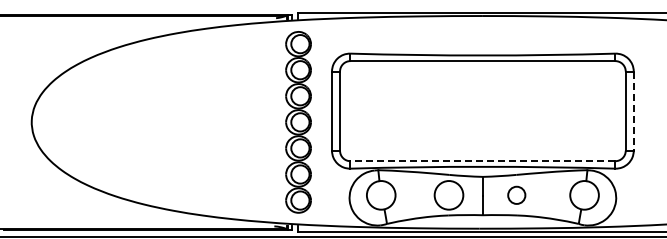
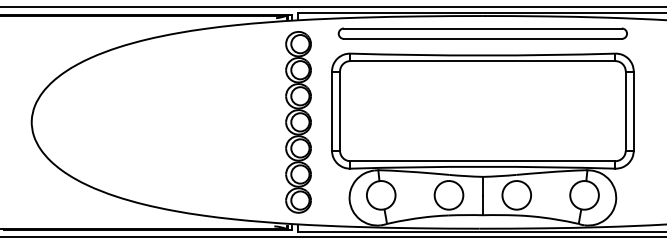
line at (332, 7): none -> present
part at (482, 33): none -> present
line at (633, 111): dashed -> solid
line at (482, 161): dashed -> solid
circle at (516, 194) diameter: 17 px -> 29 px
